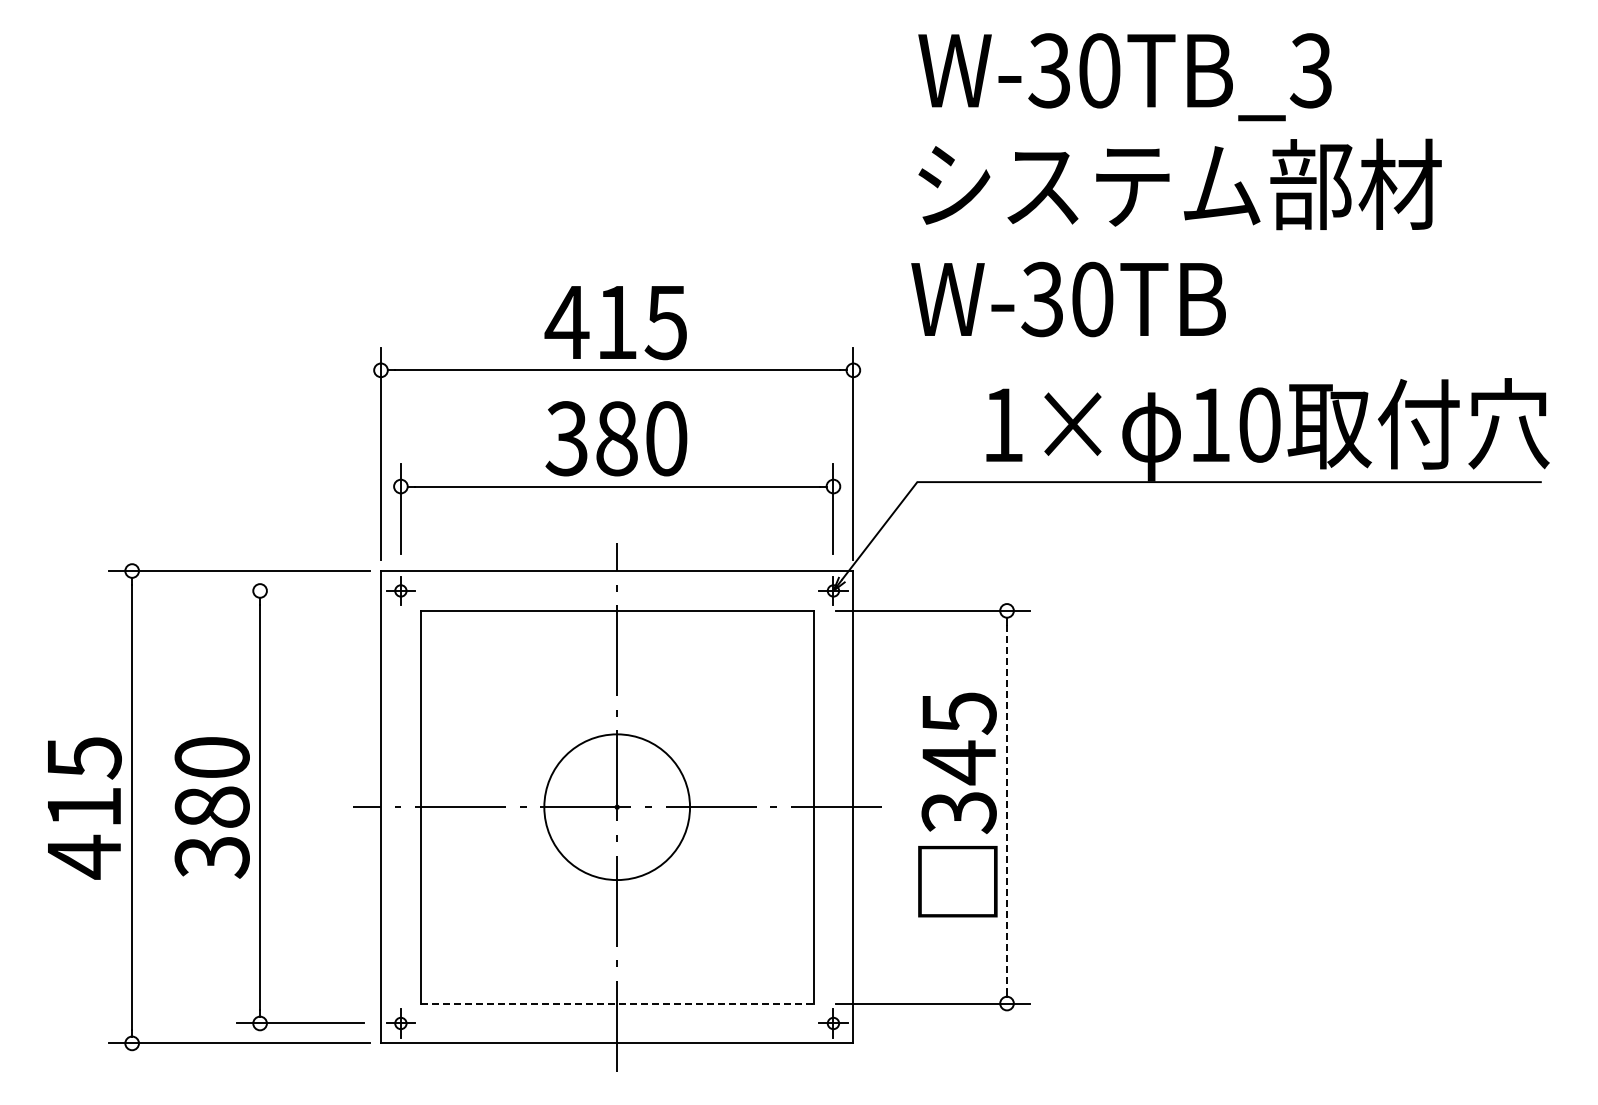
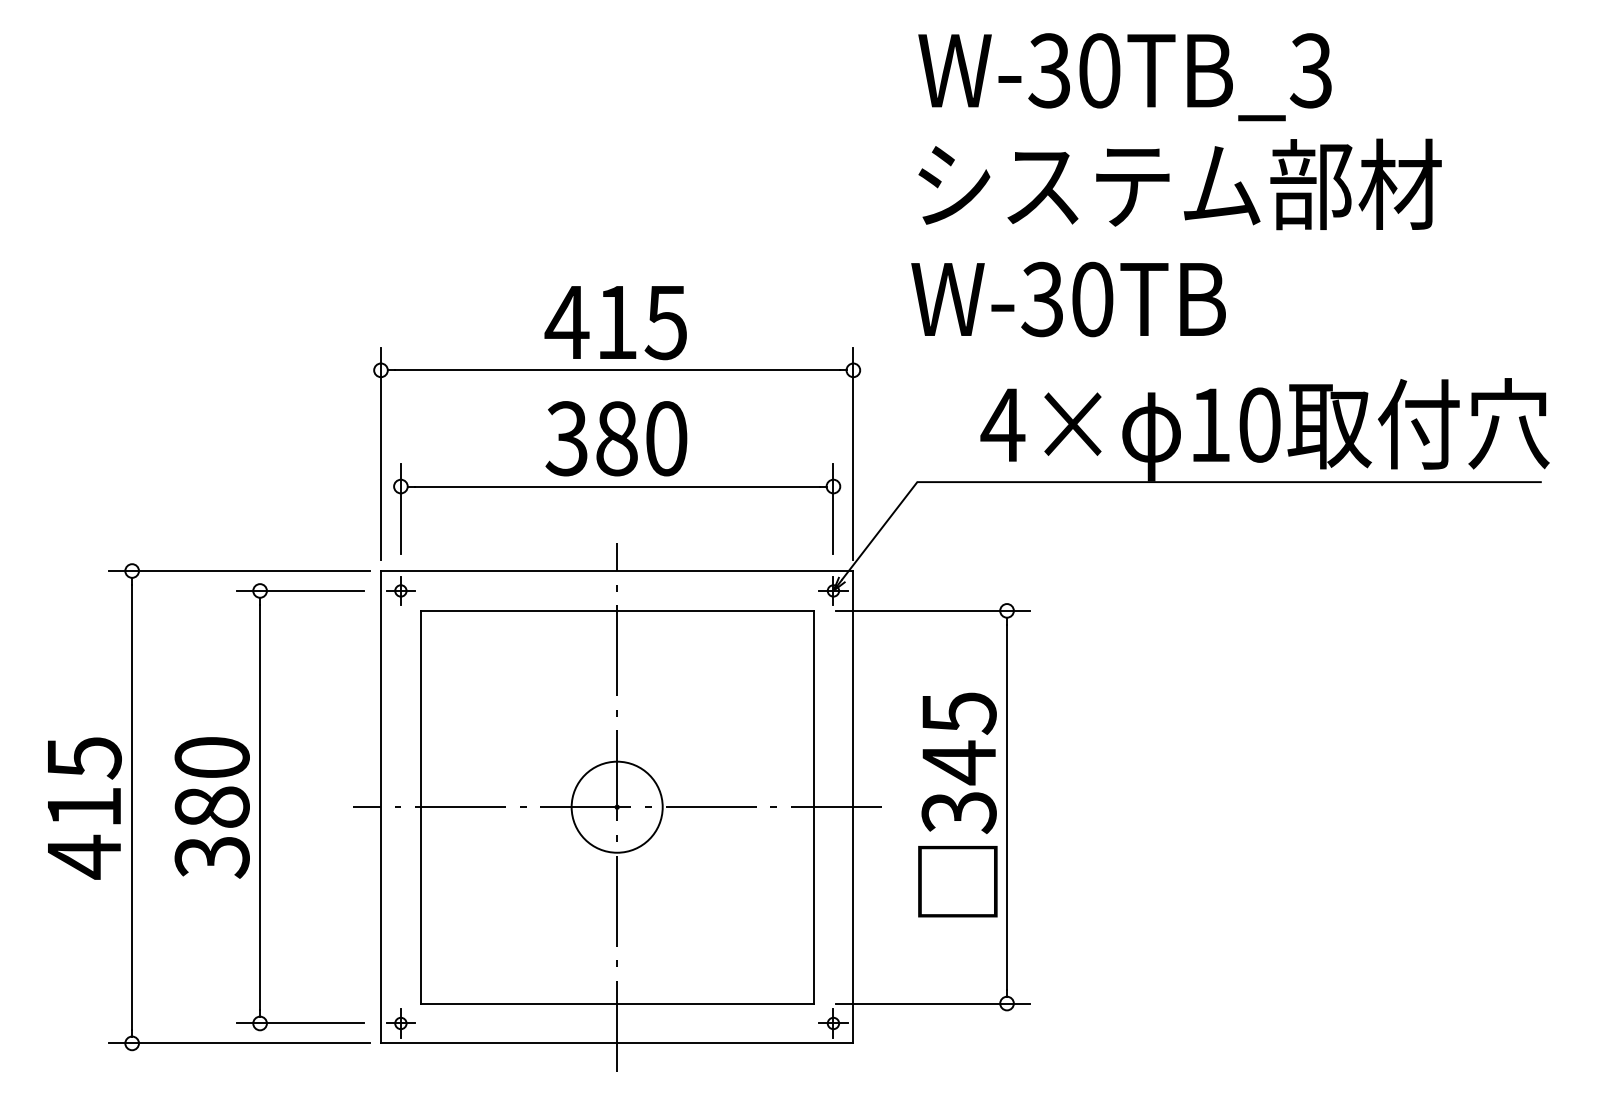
text at (1002, 424): 1× -> 4×
line at (300, 590): none -> present
circle at (617, 807) diameter: 146 px -> 91 px
line at (1007, 807): dashed -> solid
line at (617, 1003): dashed -> solid
